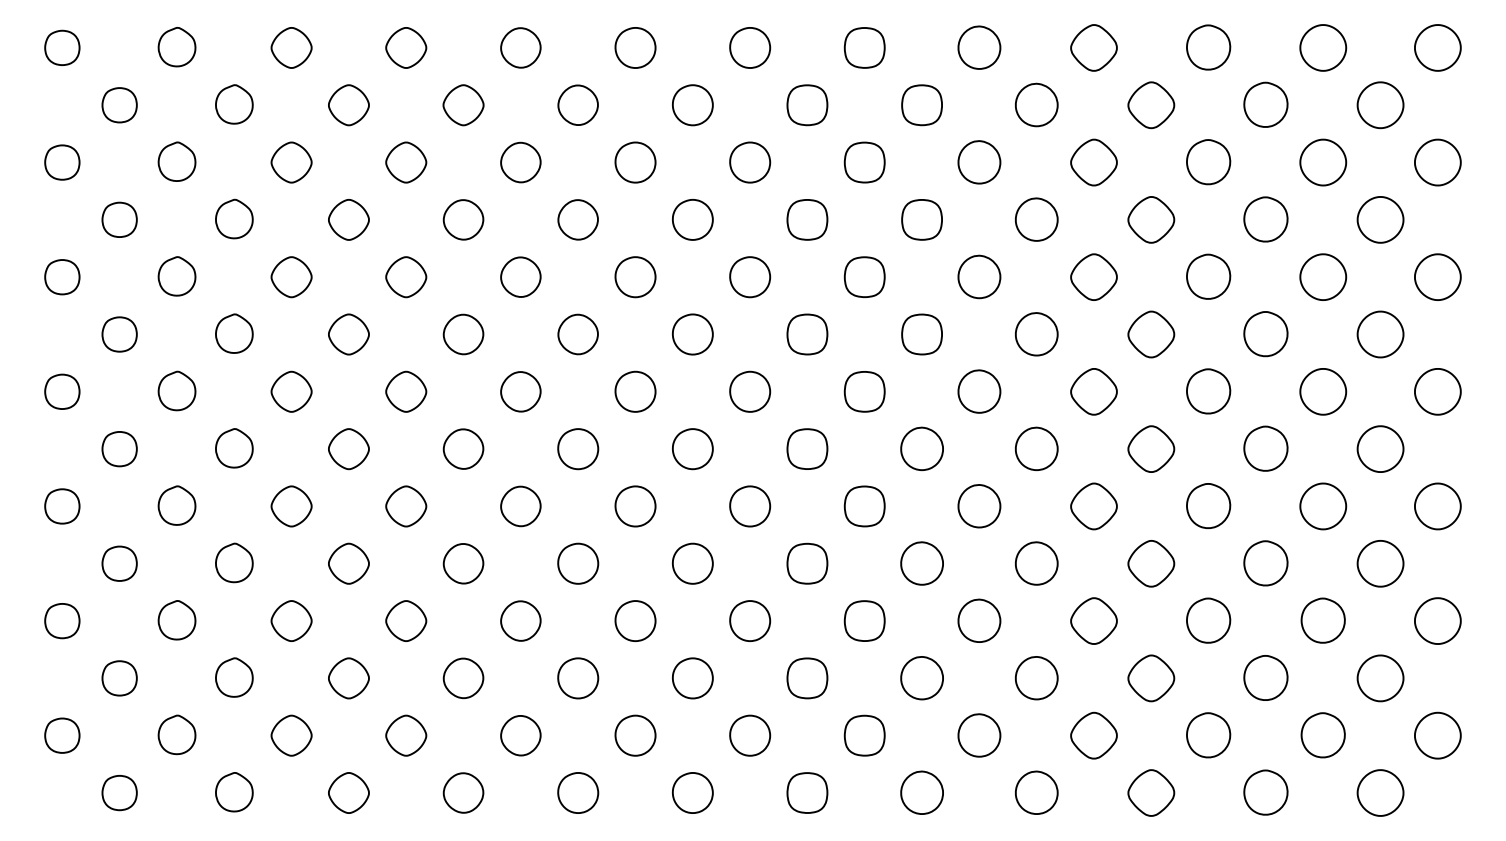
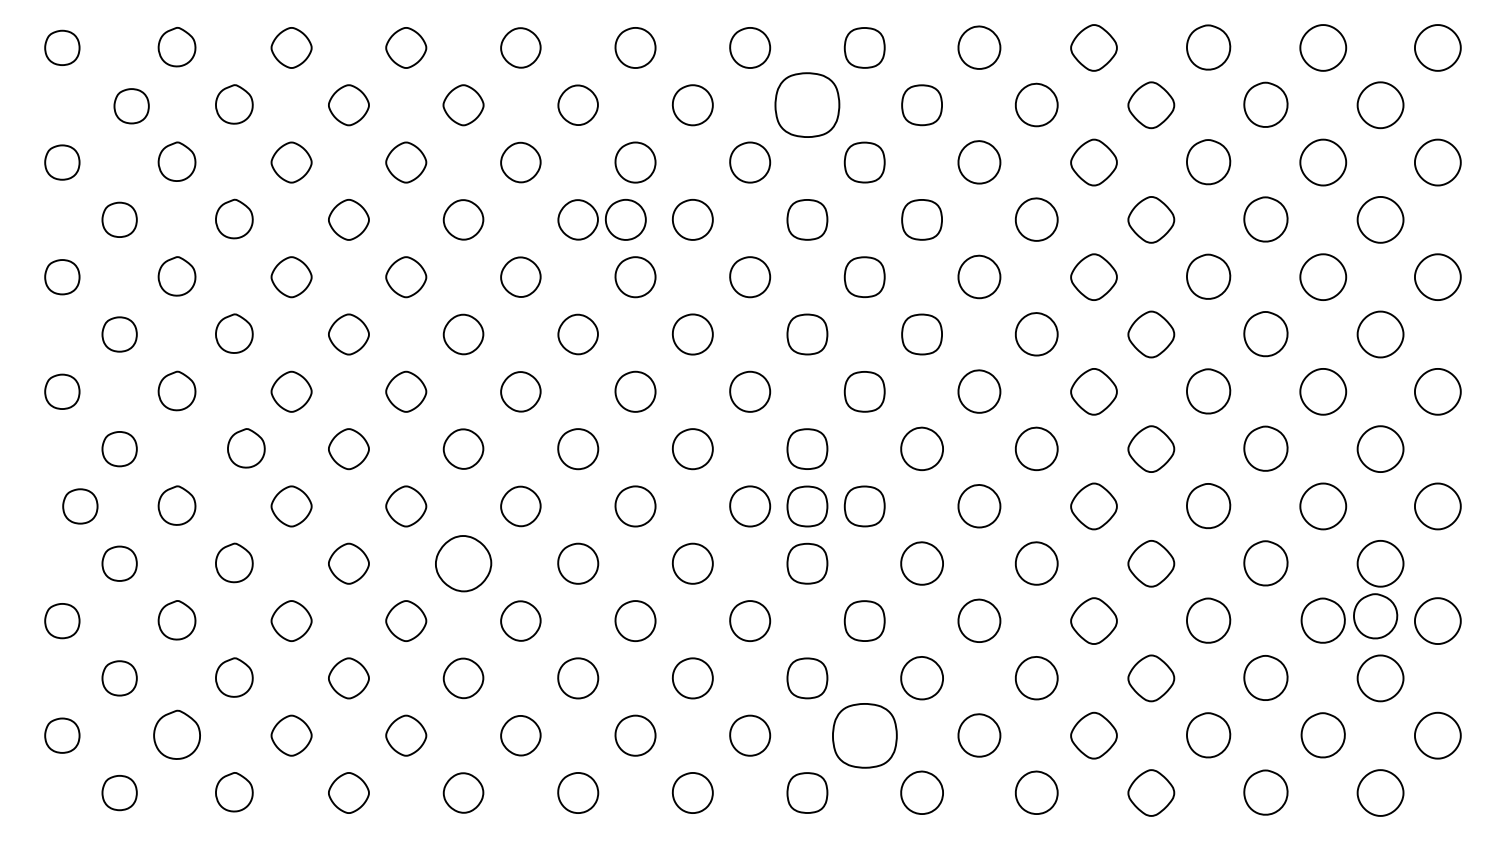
part at (119, 105) position: (119, 105) -> (131, 106)
part at (807, 105) size: 43x43 px -> 67x66 px
part at (625, 219): none -> present
part at (234, 448) position: (234, 448) -> (246, 448)
part at (62, 506) position: (62, 506) -> (80, 506)
part at (807, 506): none -> present
part at (463, 563) size: 43x42 px -> 58x58 px
part at (1375, 616): none -> present
part at (176, 734) size: 40x42 px -> 48x51 px
part at (864, 735) size: 43x43 px -> 66x66 px
